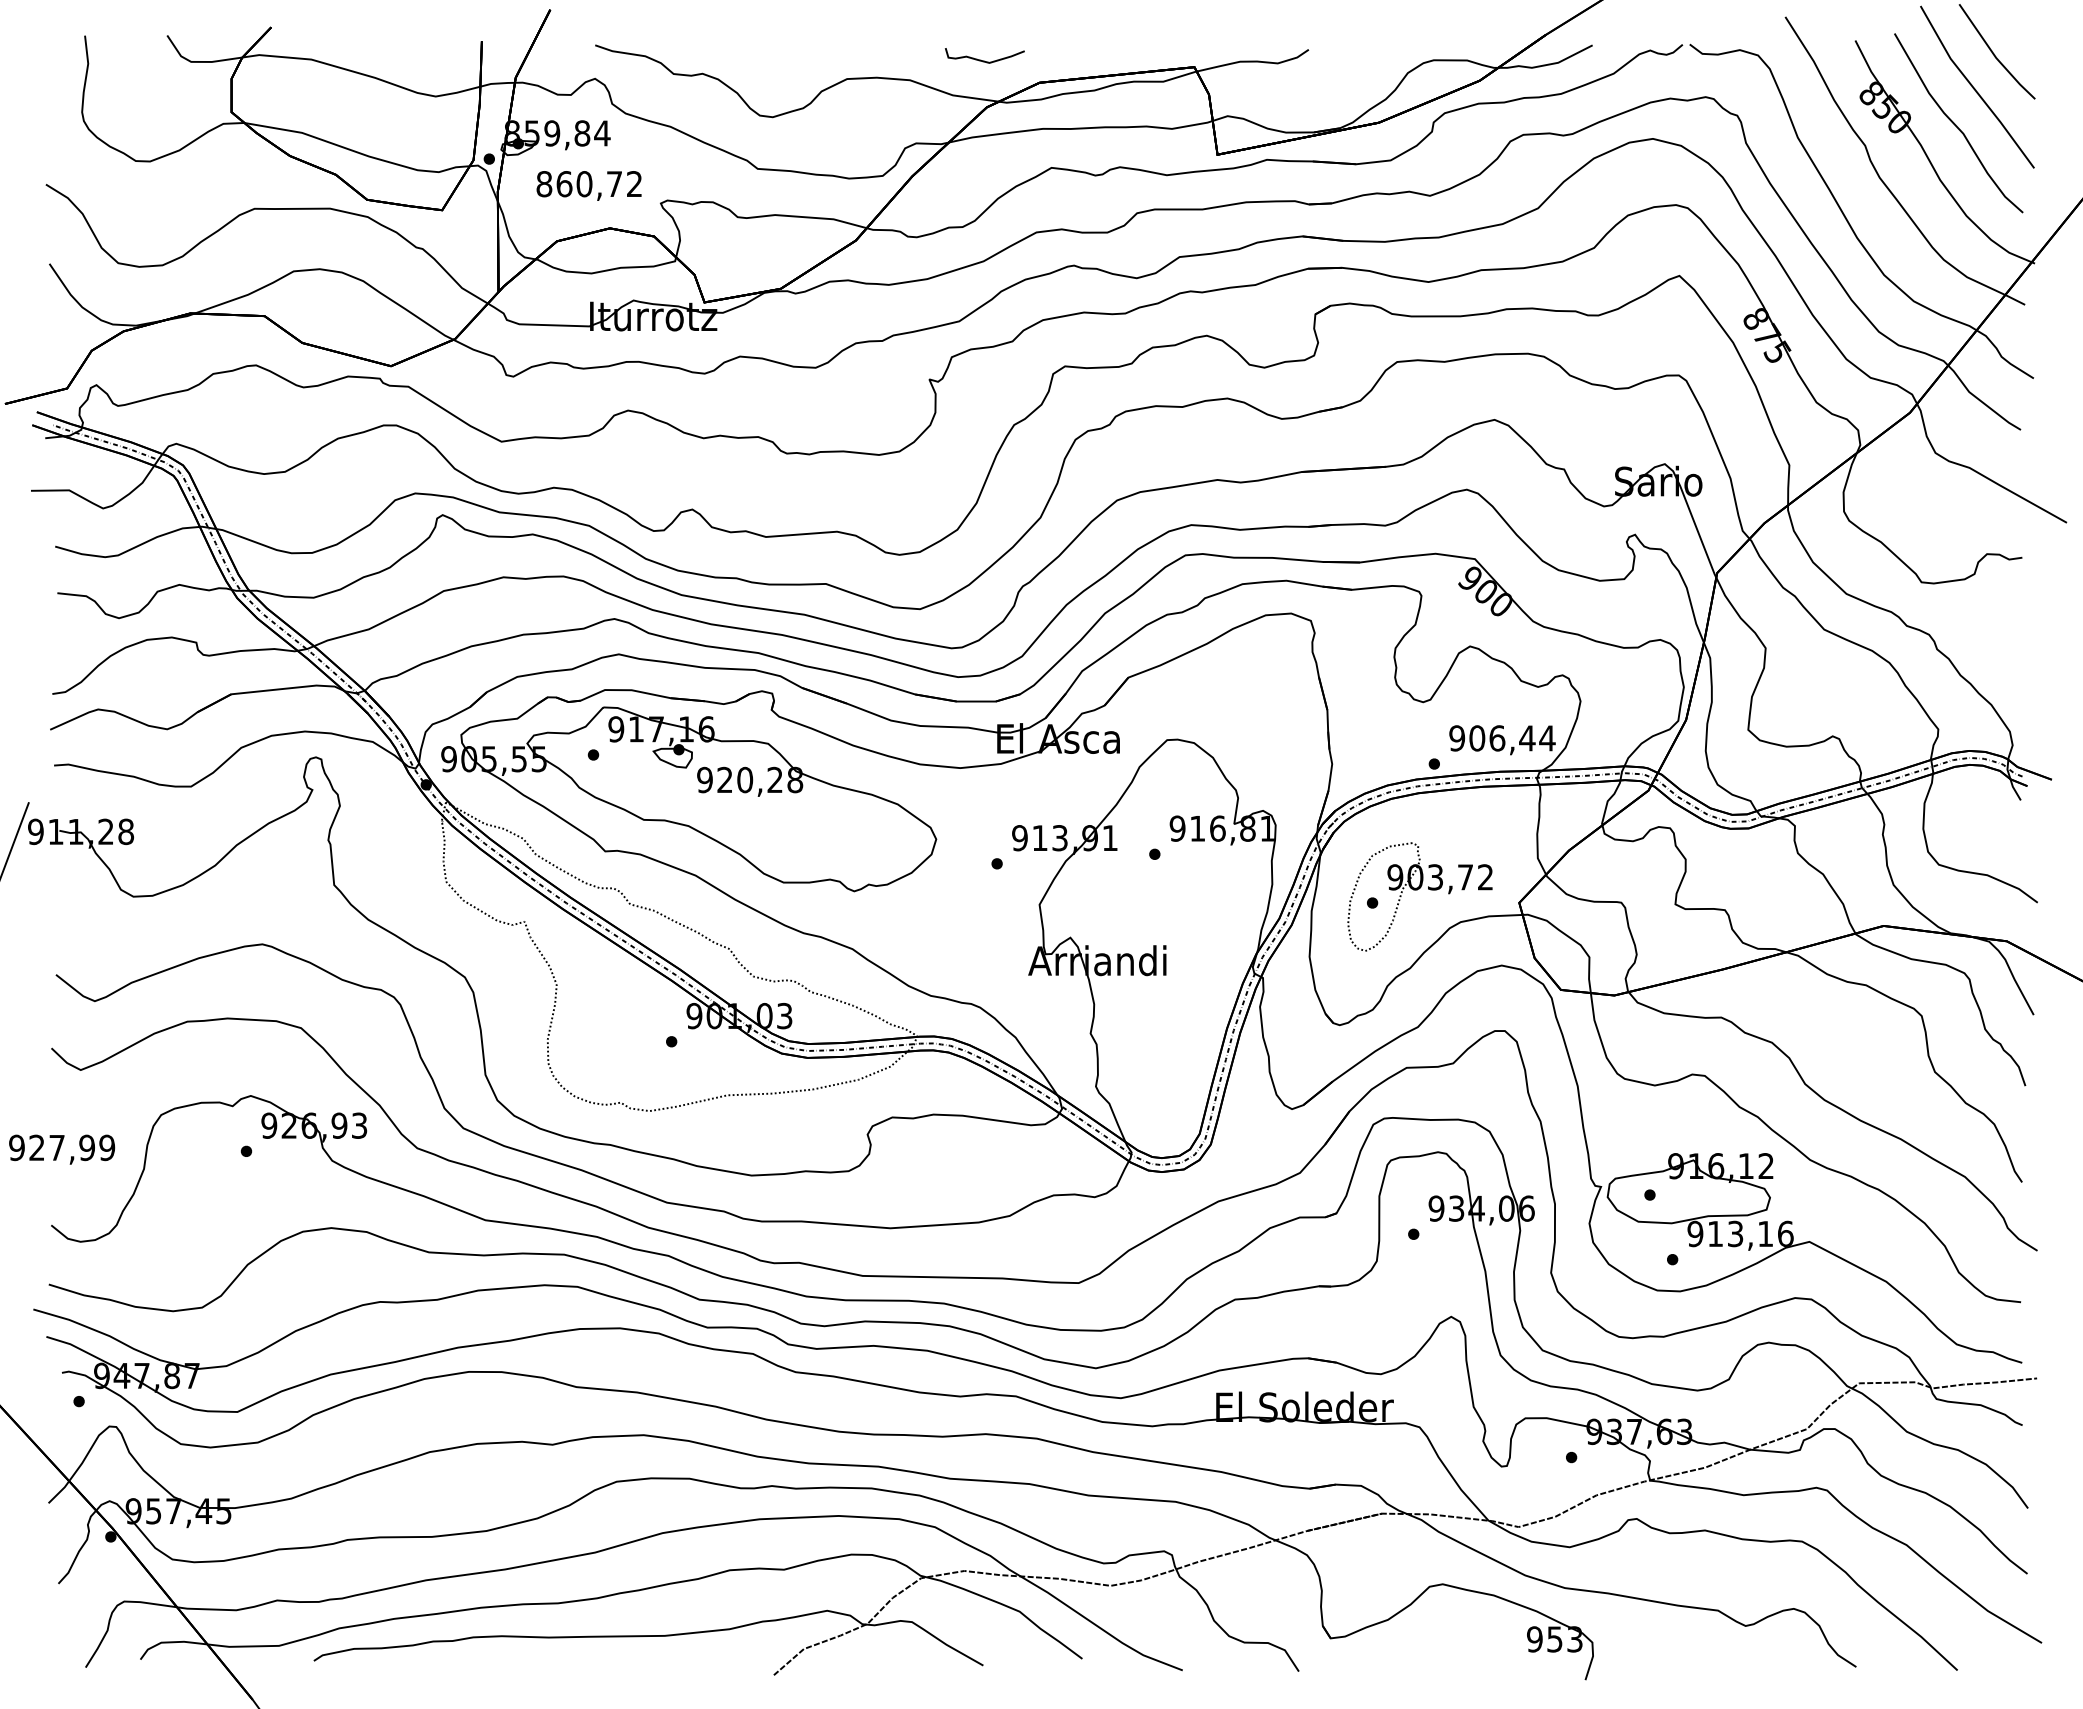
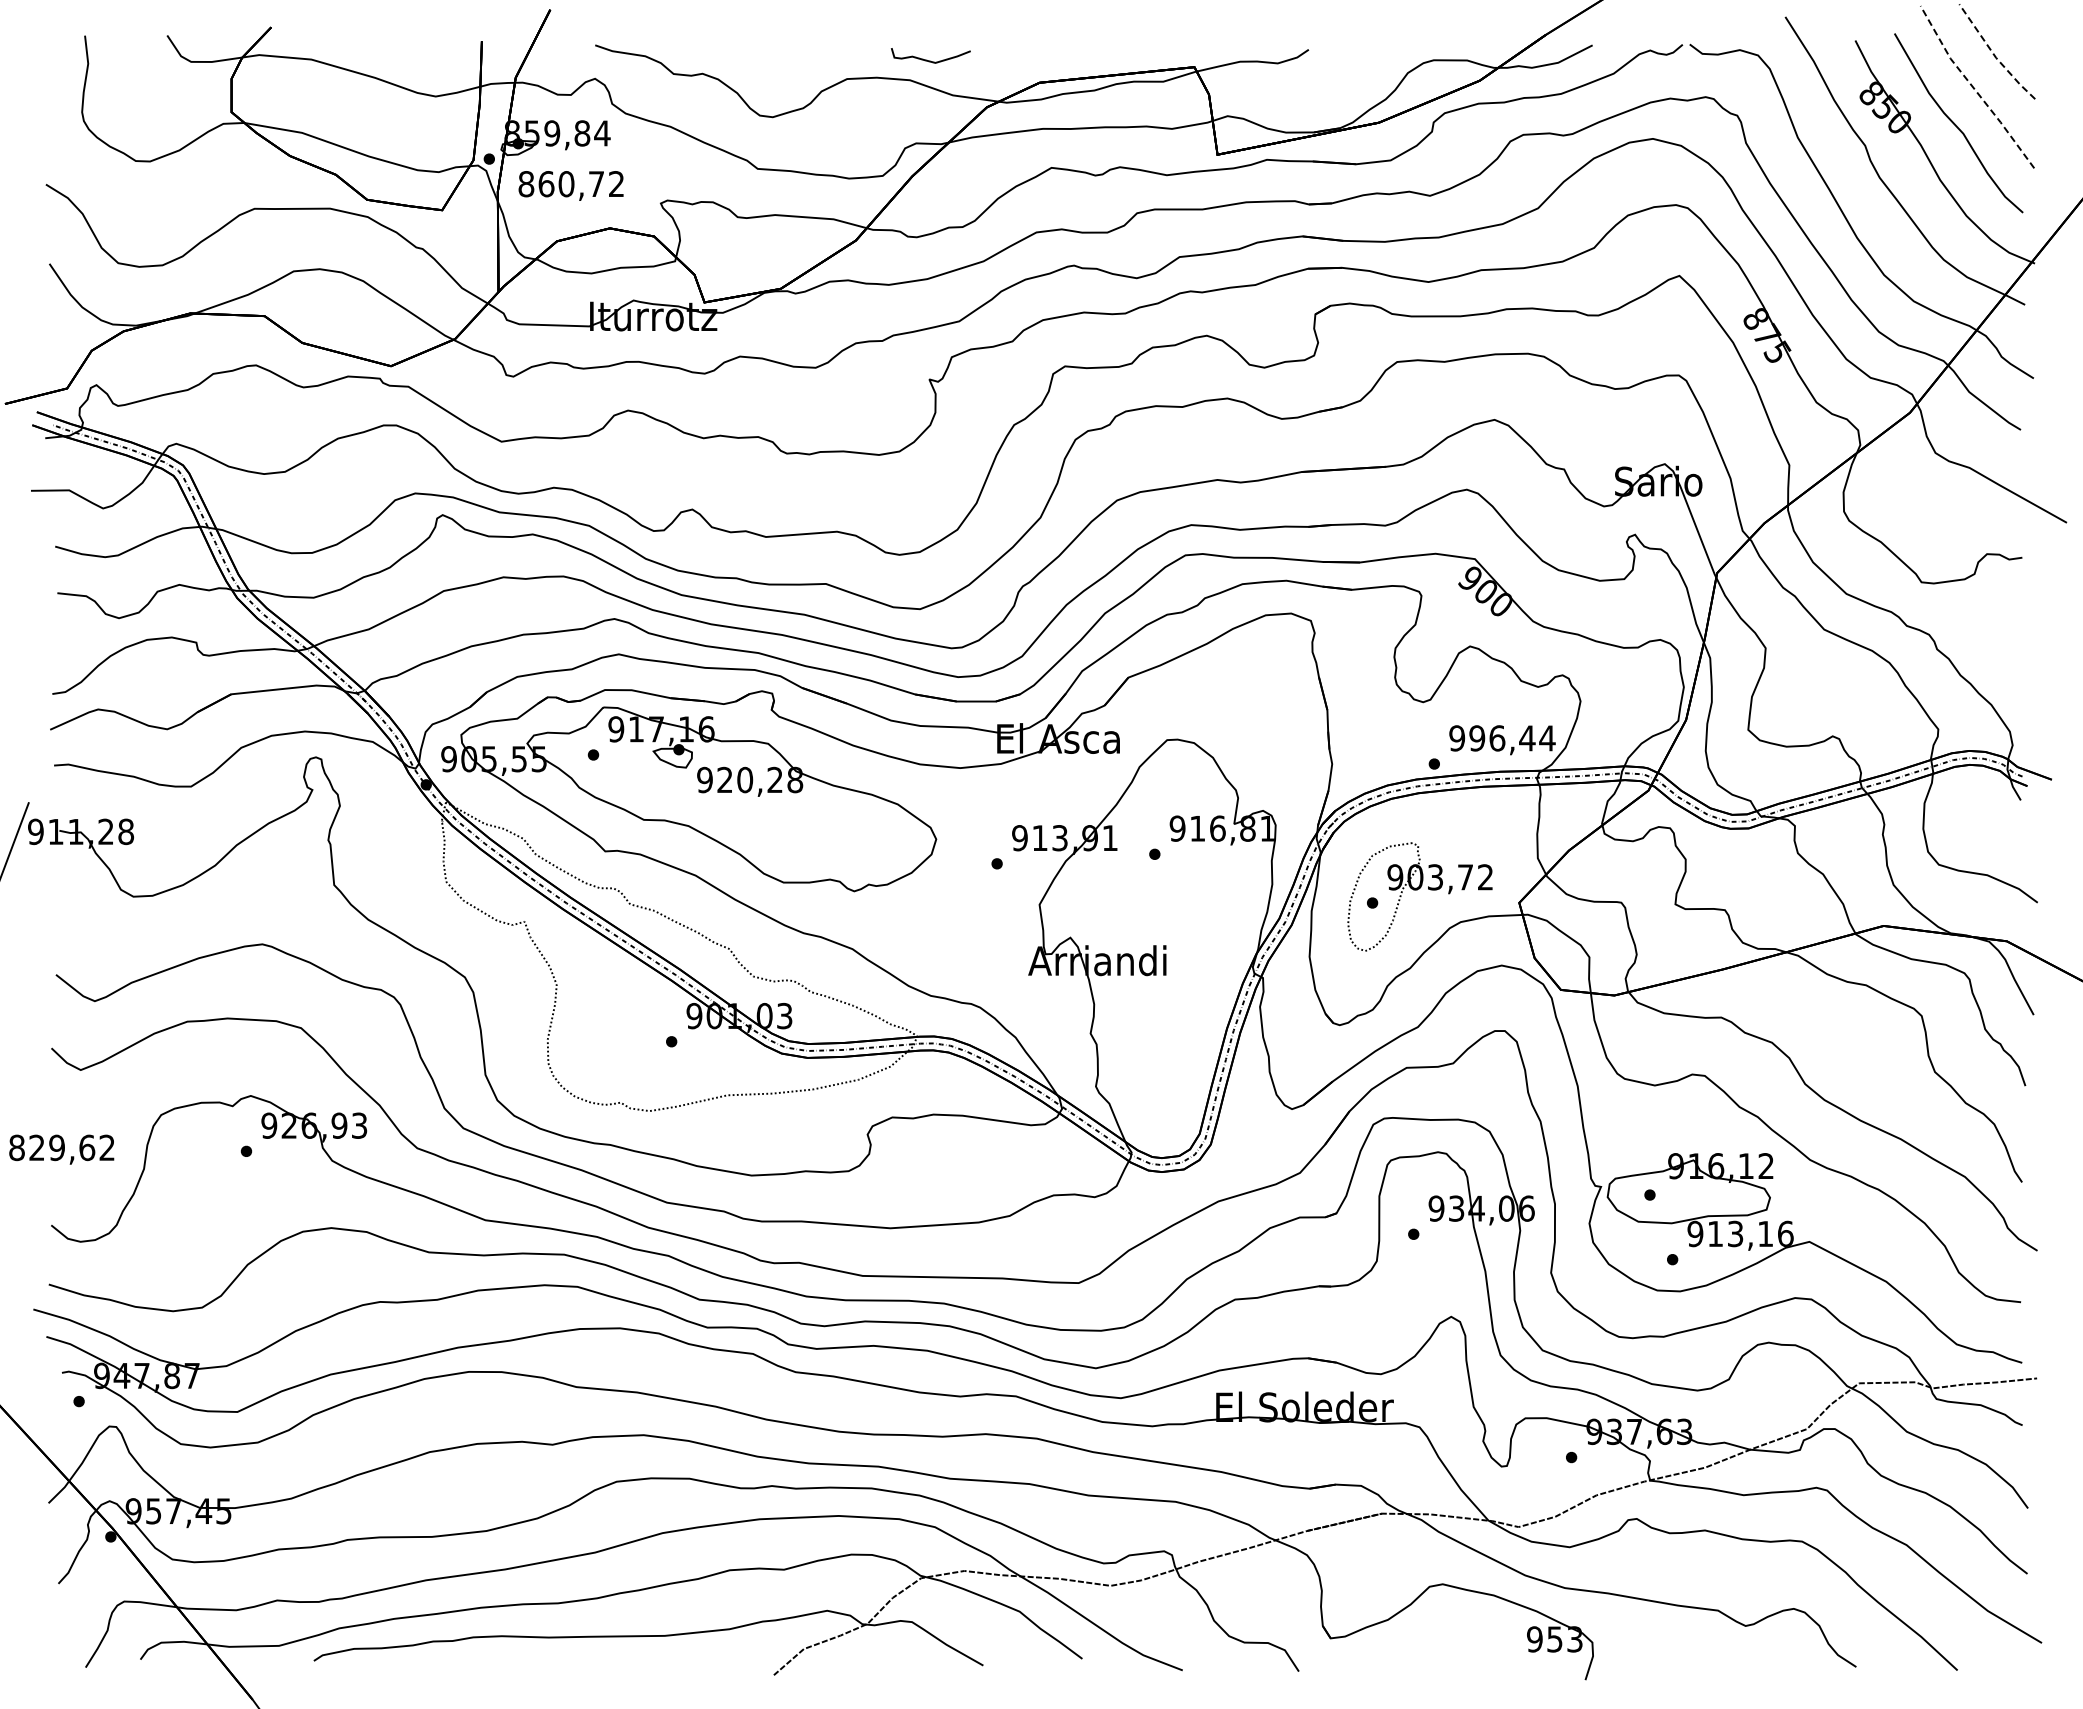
line at (1994, 55): solid -> dashed
curve at (984, 60) position: (984, 60) -> (930, 60)
line at (1974, 89): solid -> dashed
text at (588, 185) position: (588, 185) -> (570, 185)
text at (1477, 738): 906,44 -> 996,44
text at (62, 1147): 927,99 -> 829,62
